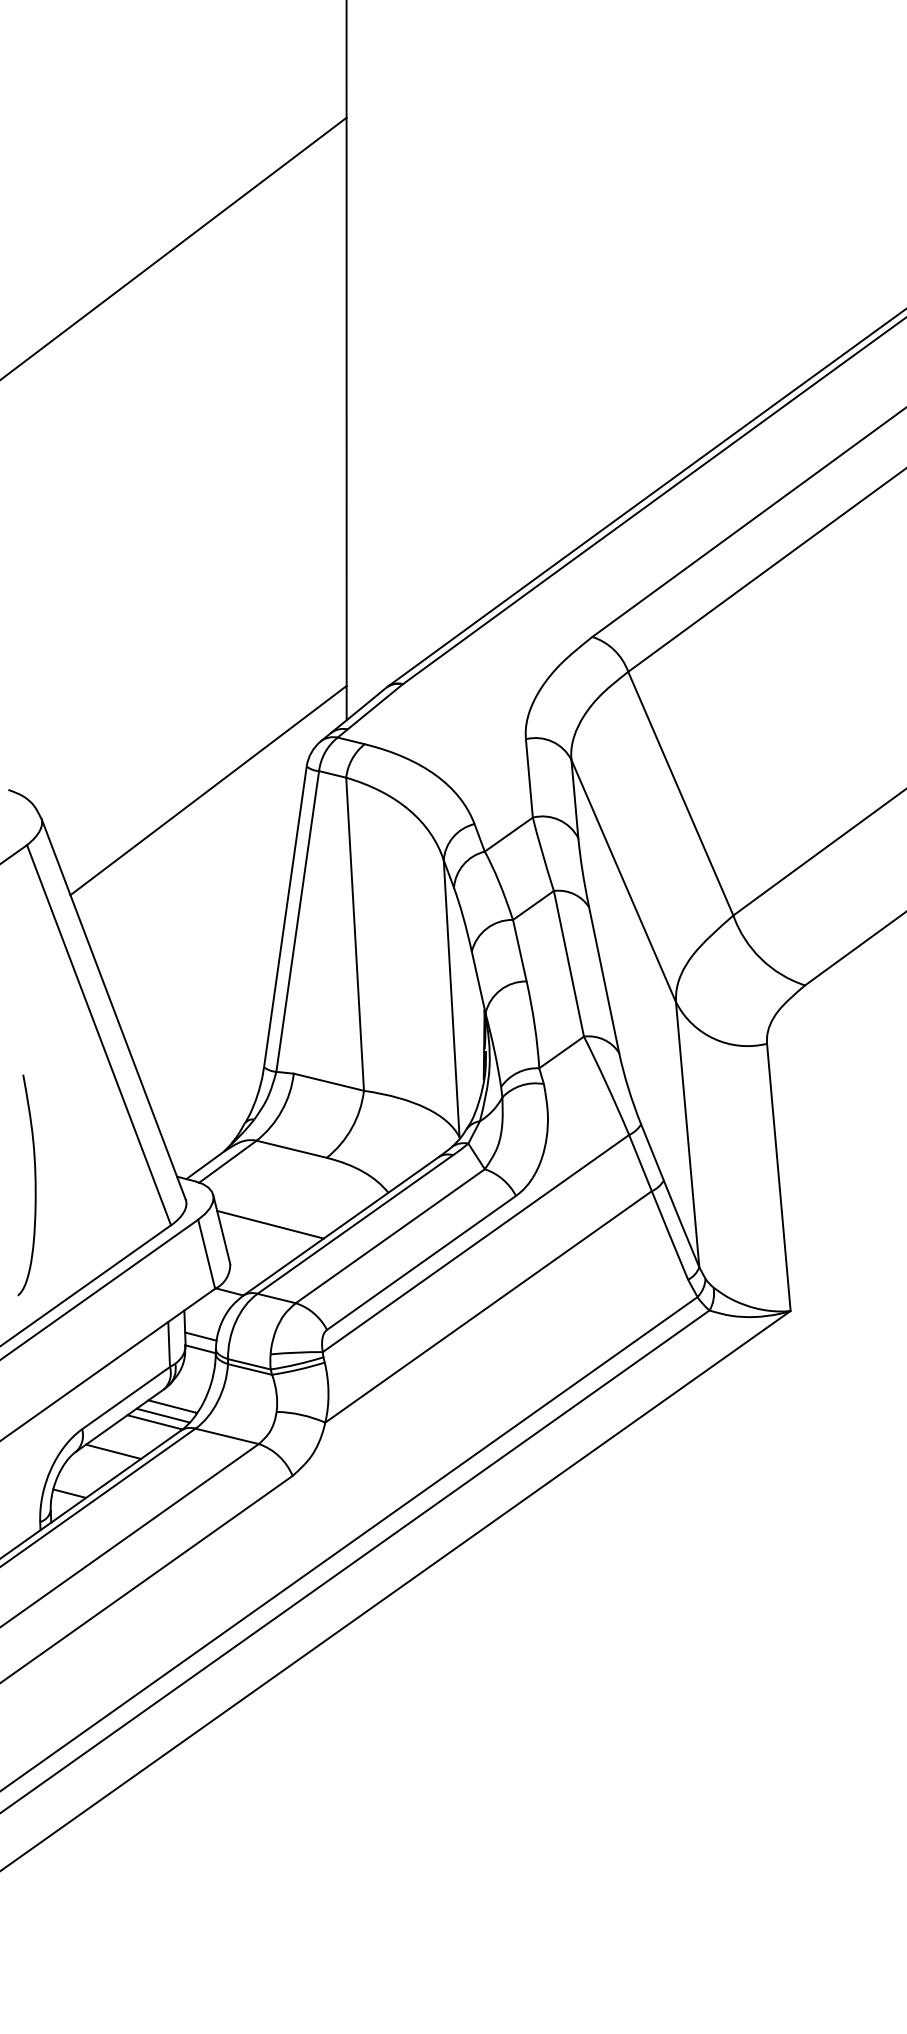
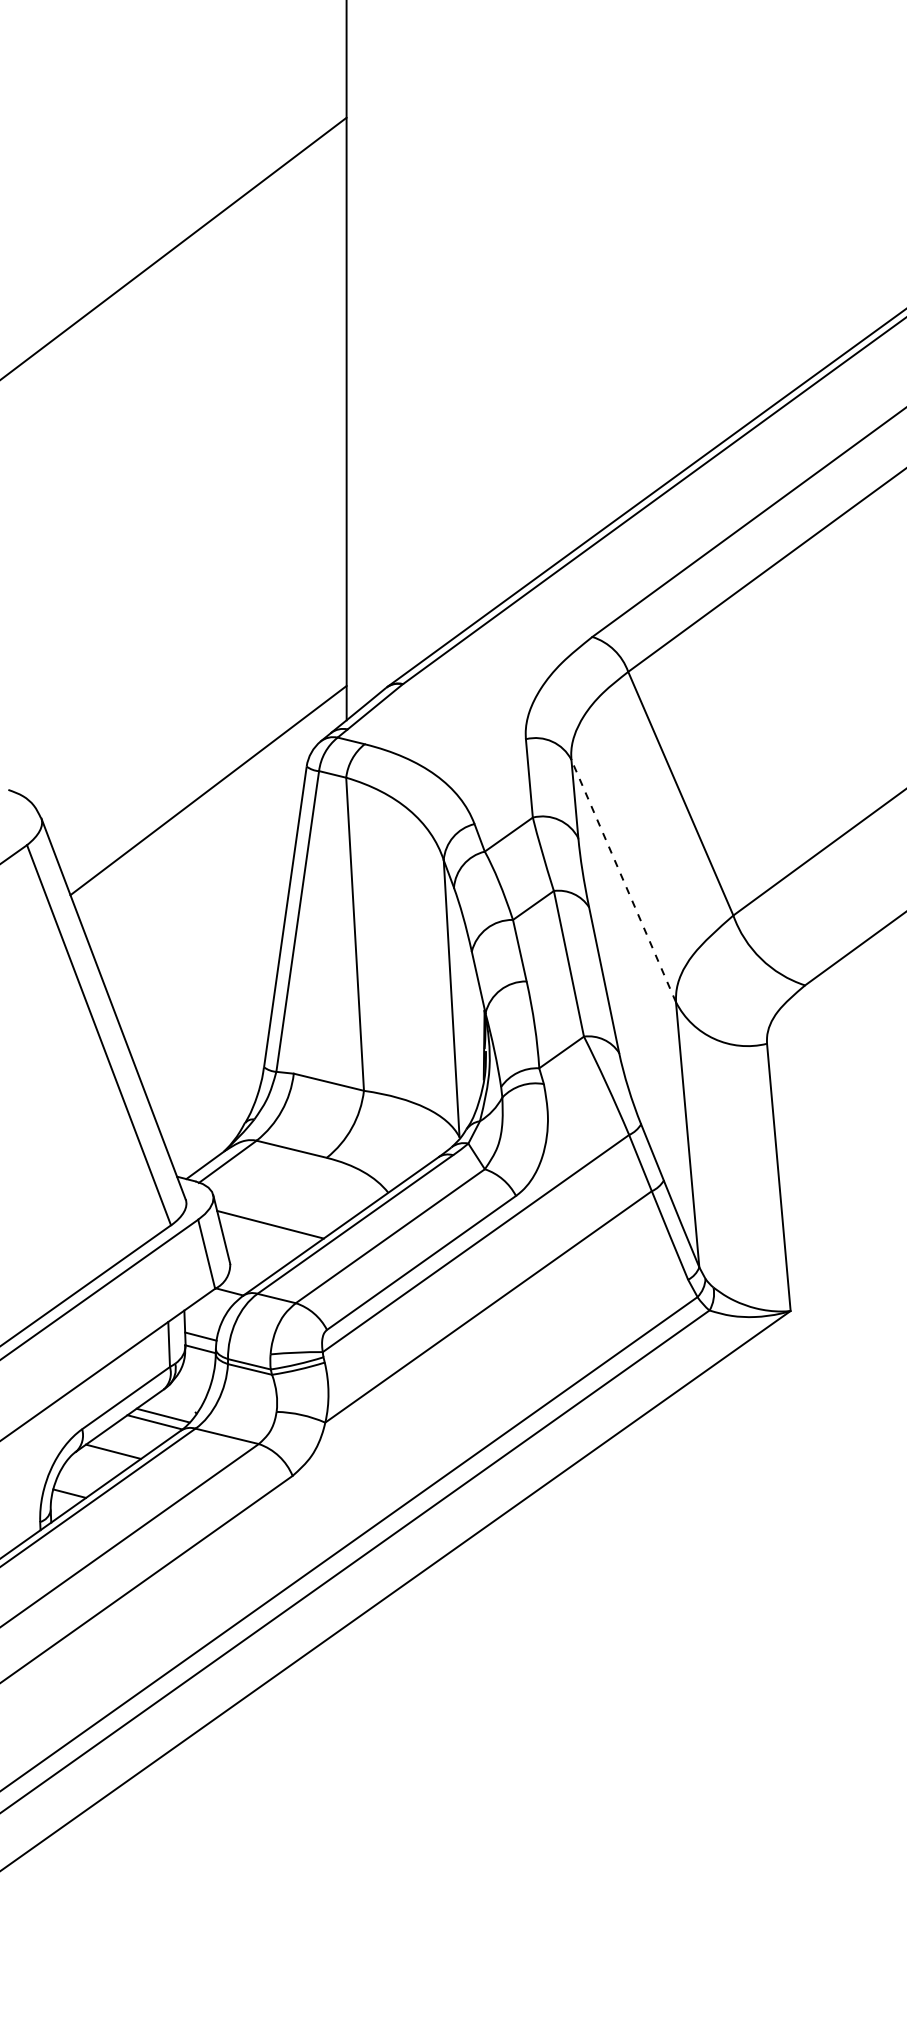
line at (623, 881): solid -> dashed
curve at (34, 1185): present -> none
line at (172, 1406): present -> none
